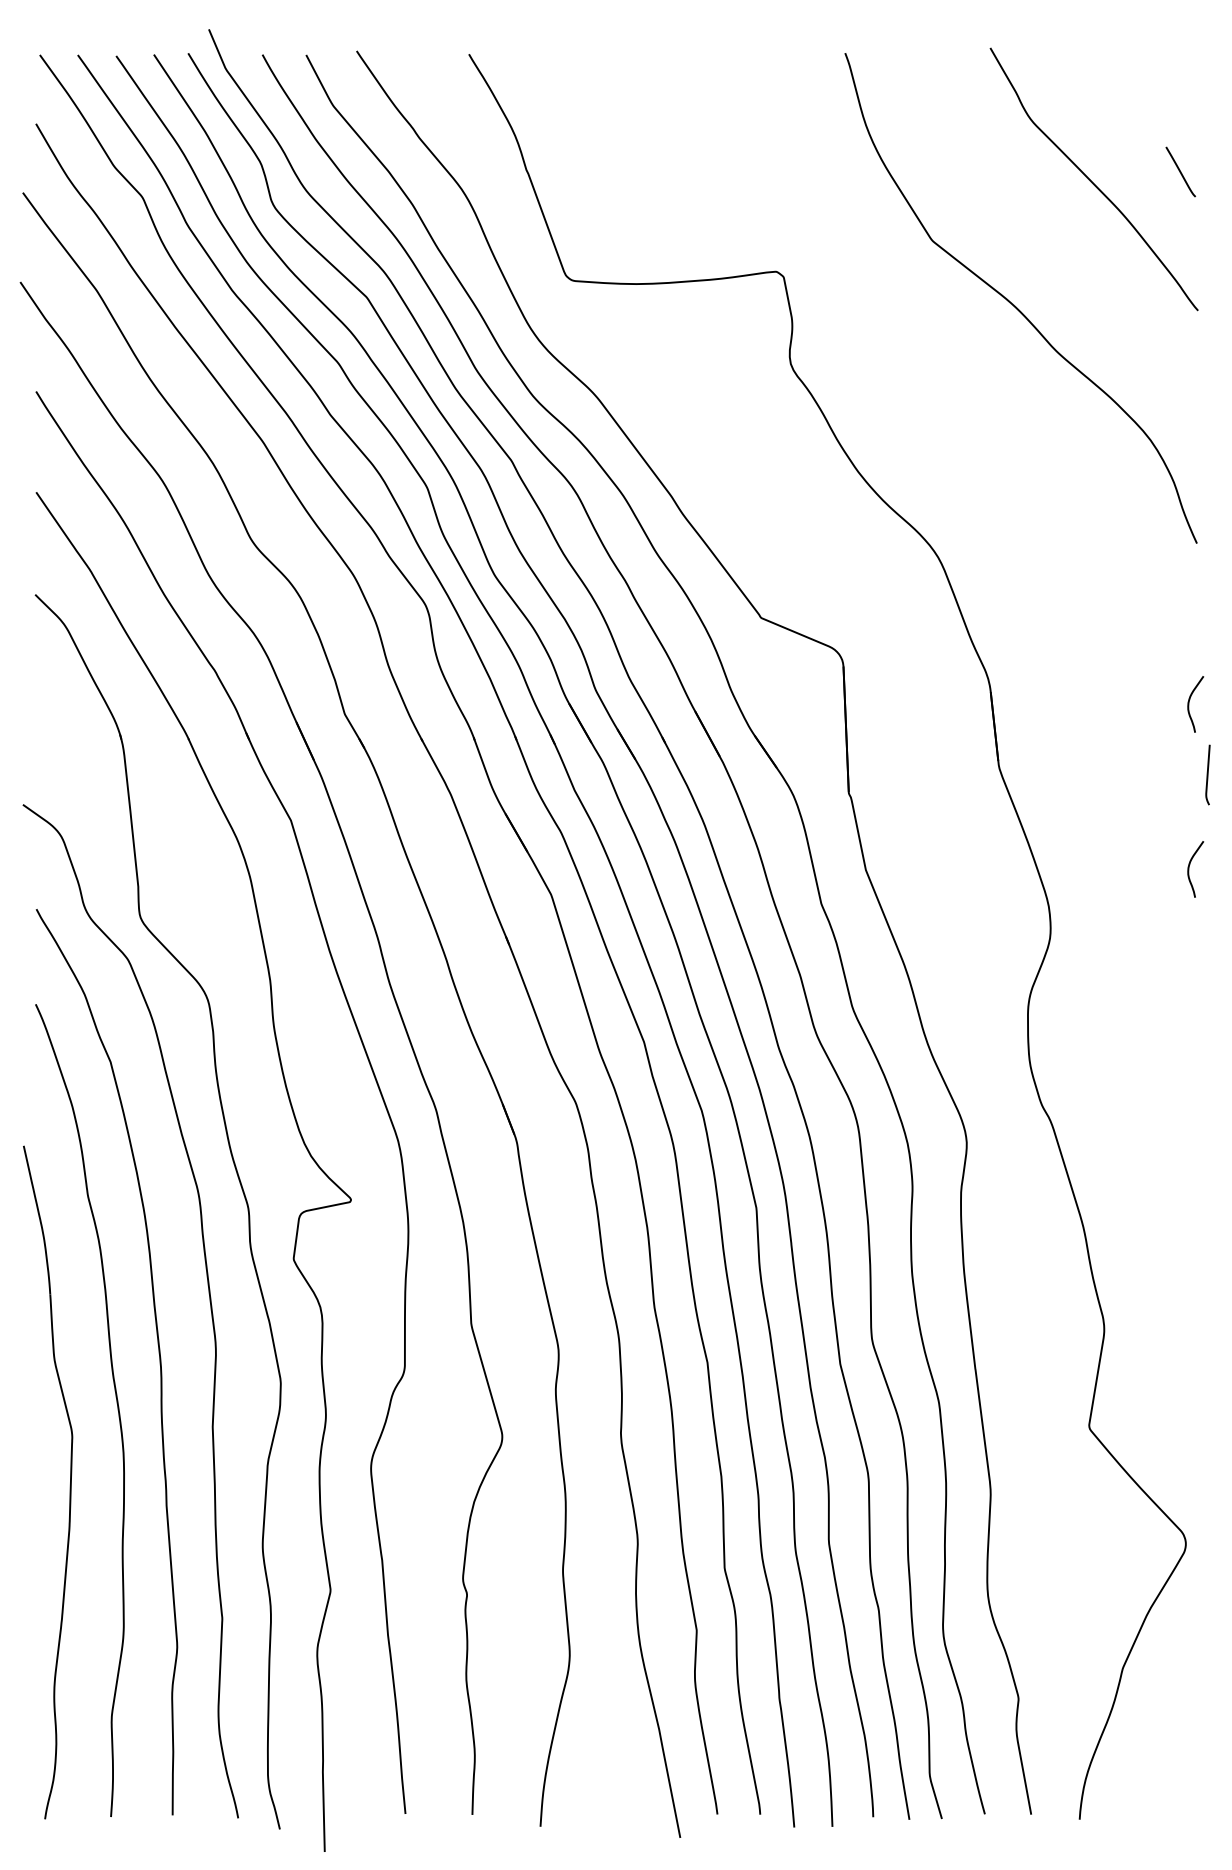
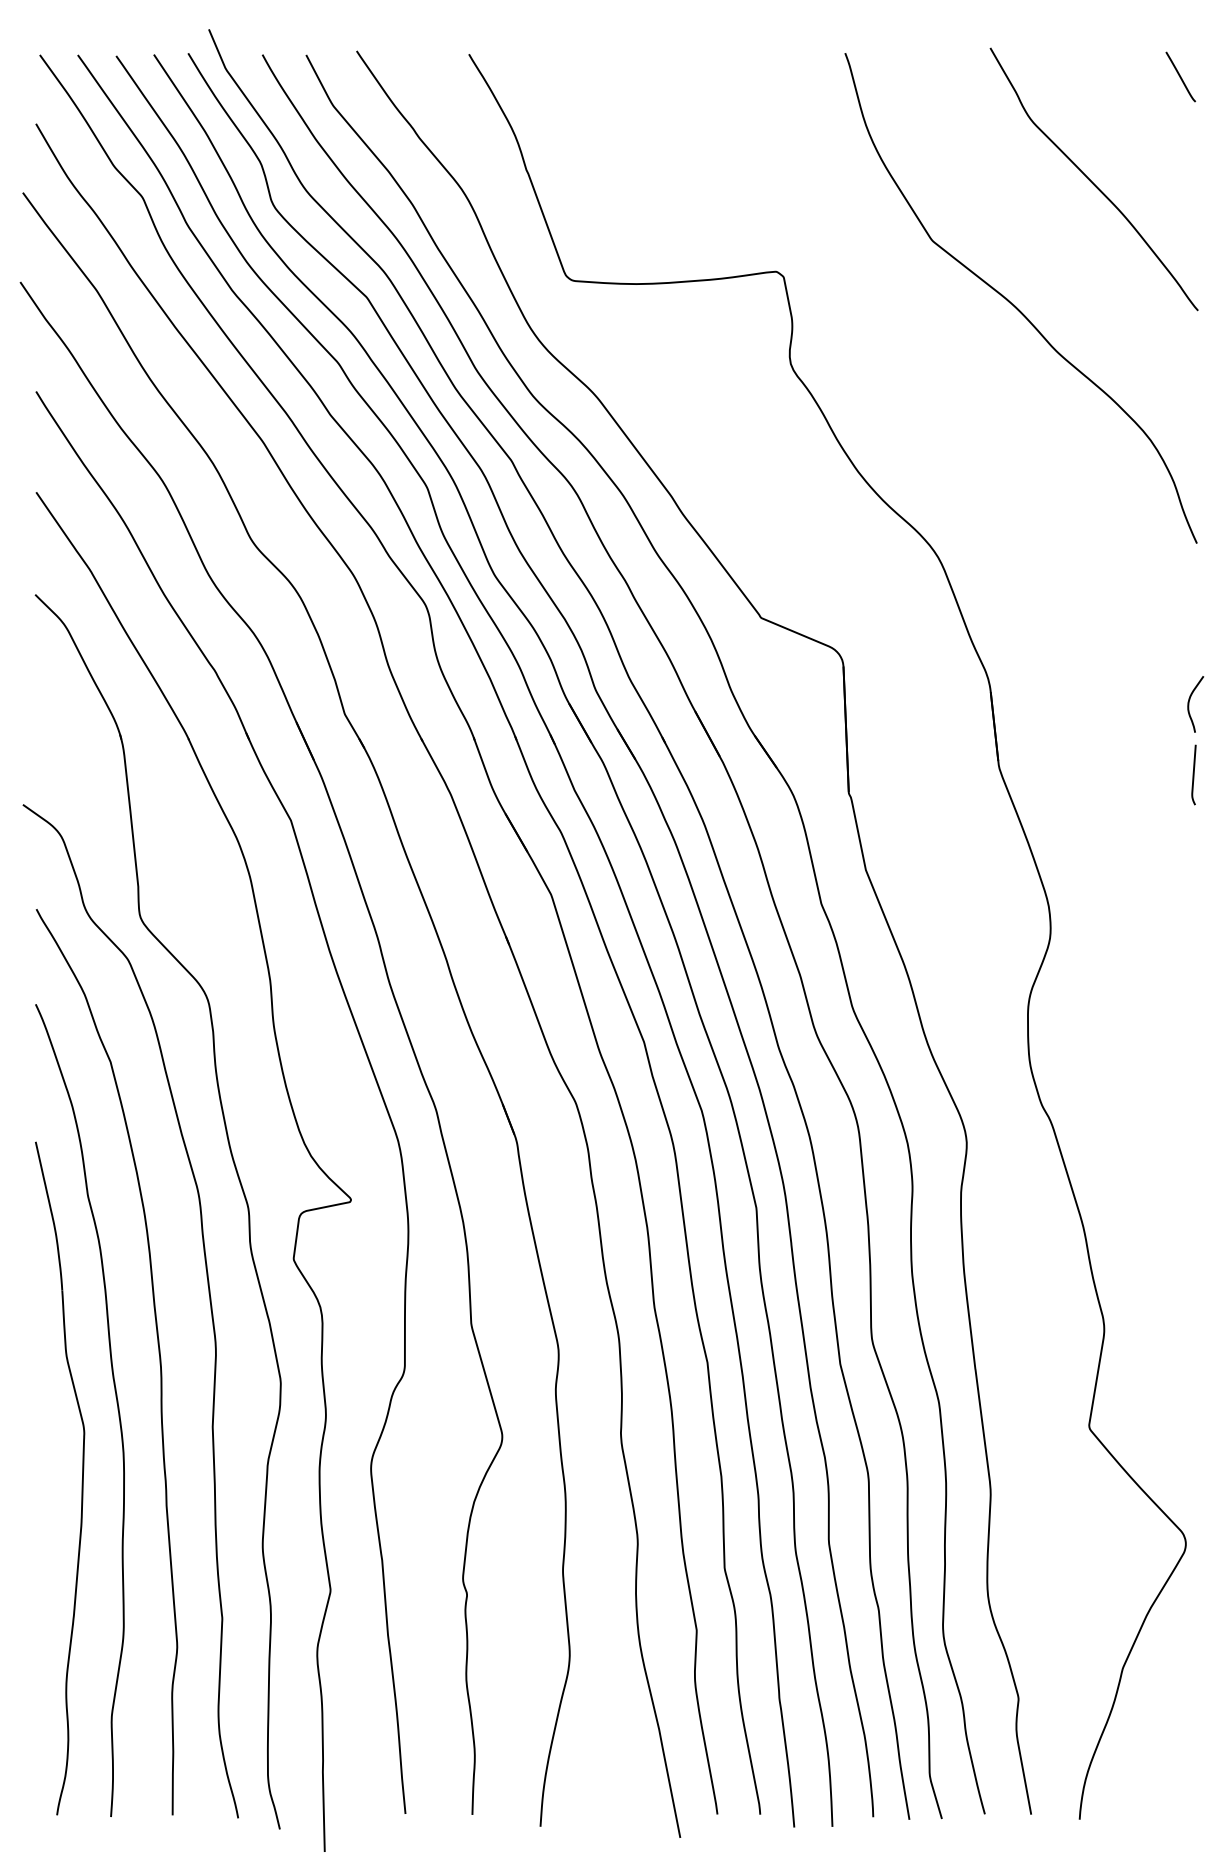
line at (1180, 171) position: (1180, 171) -> (1180, 76)
curve at (1207, 774) position: (1207, 774) -> (1193, 774)
curve at (1189, 869): present -> none
part at (69, 1485) position: (69, 1485) -> (81, 1481)
